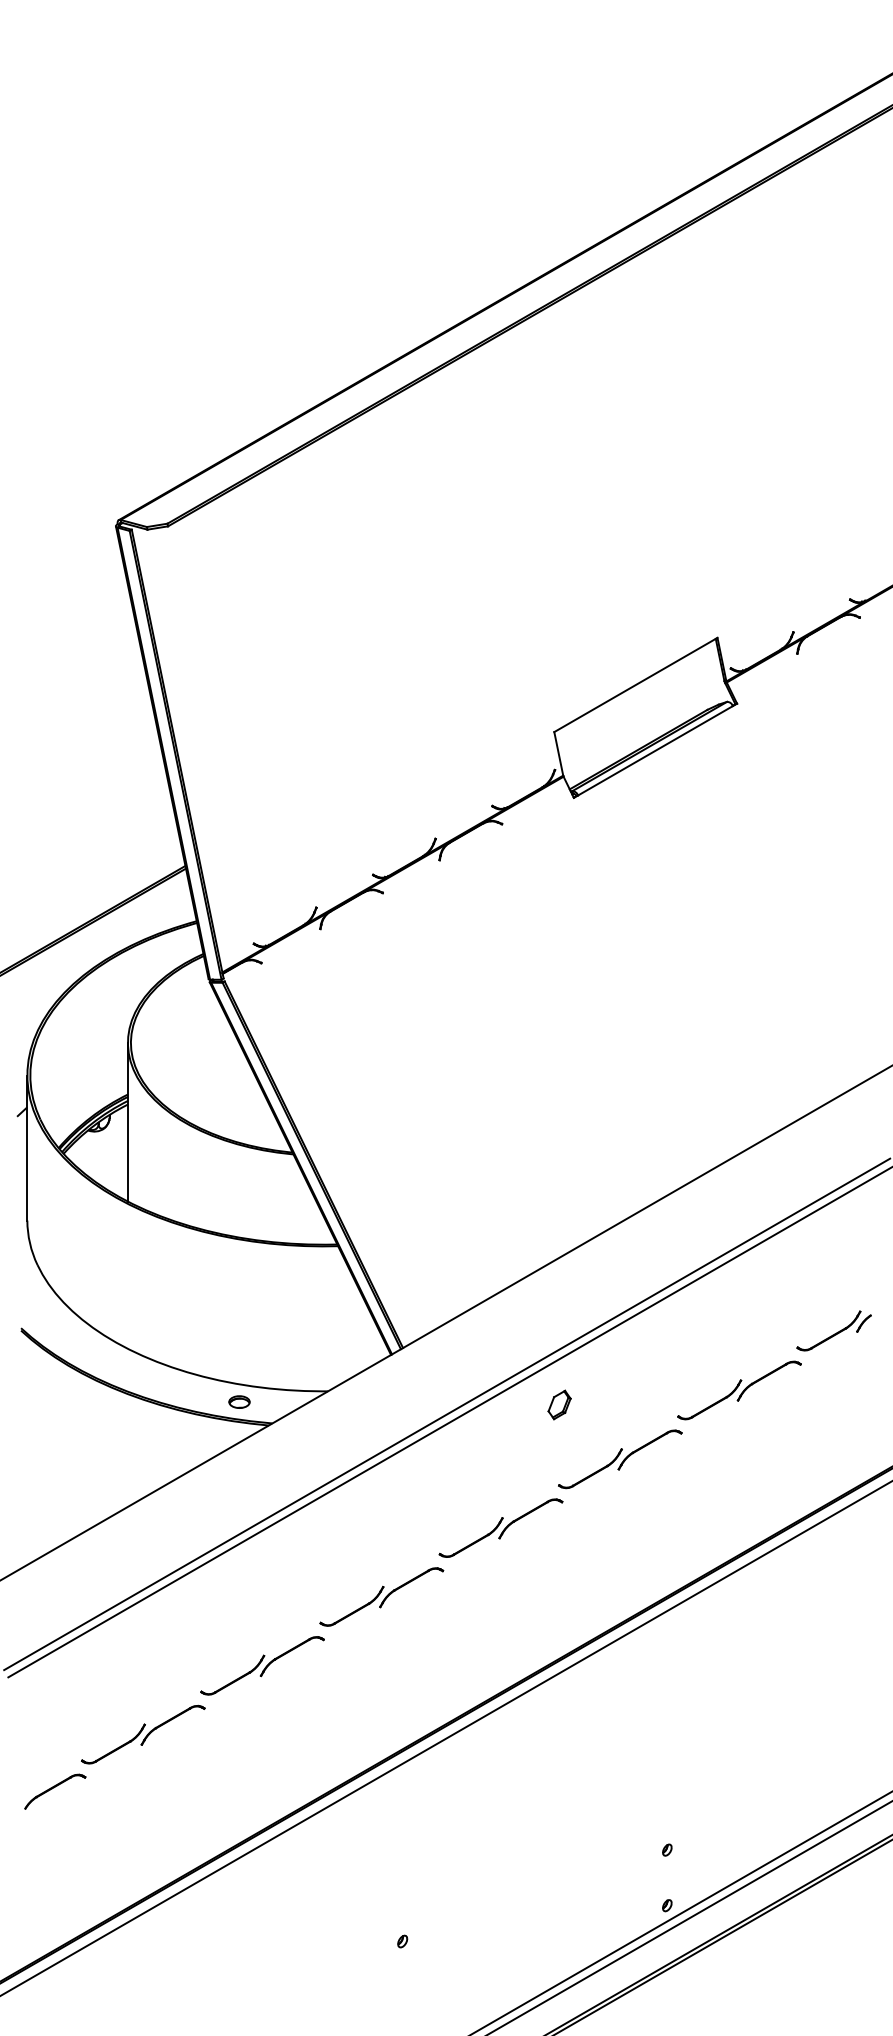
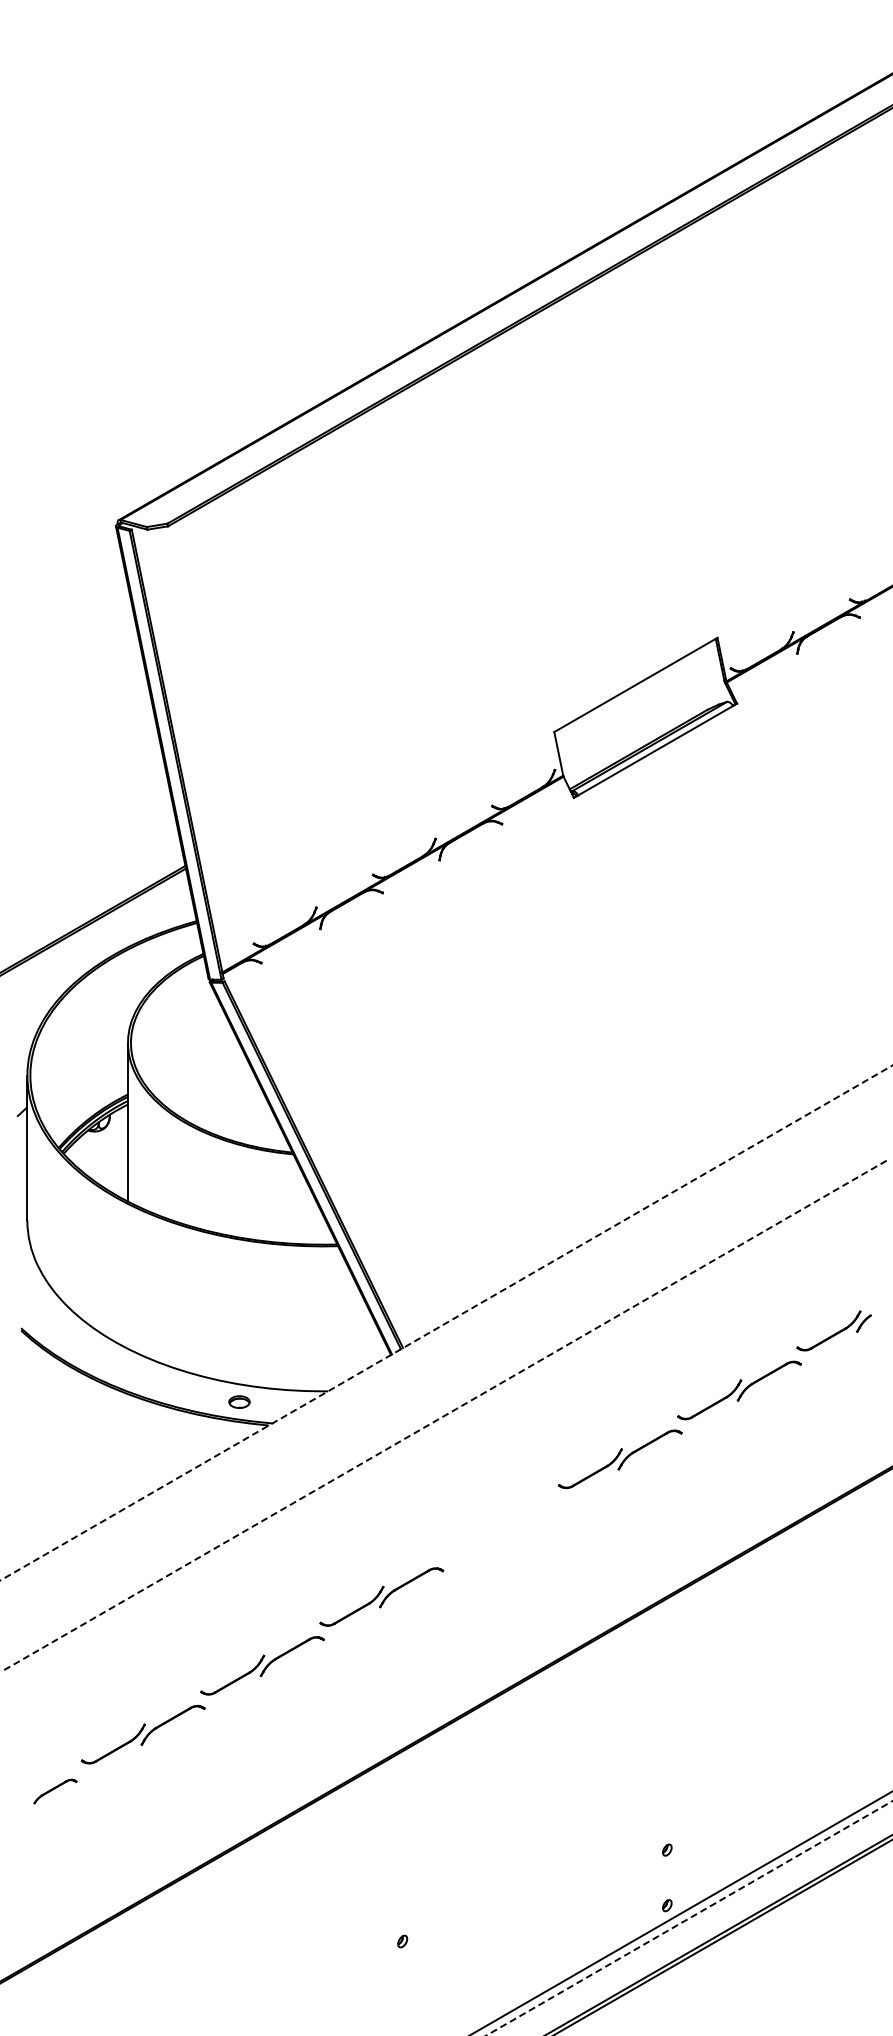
line at (446, 1323): solid -> dashed
part at (559, 1404): present -> none
line at (447, 1414): solid -> dashed
line at (448, 1422): present -> none
part at (500, 1527): present -> none
line at (445, 1738): present -> none
part at (55, 1791) size: 63x37 px -> 45x27 px
line at (689, 1918): solid -> dashed
